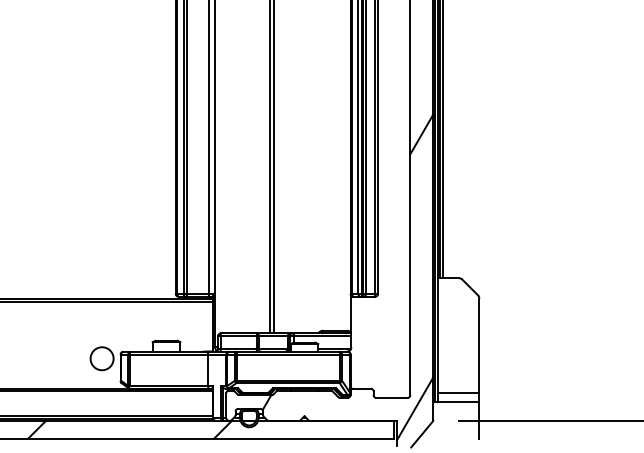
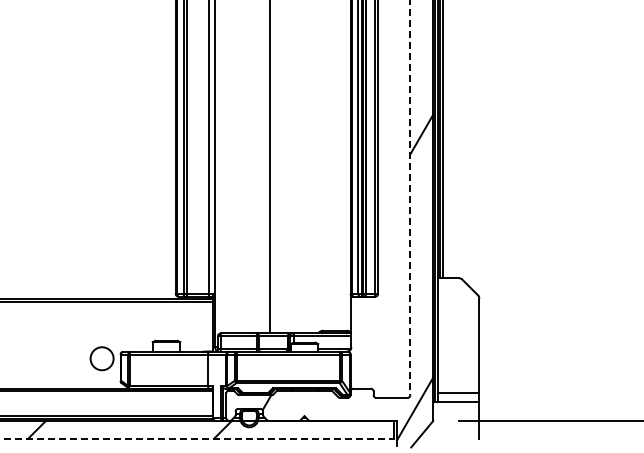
line at (273, 167): present -> none
line at (410, 198): solid -> dashed
line at (197, 439): solid -> dashed
